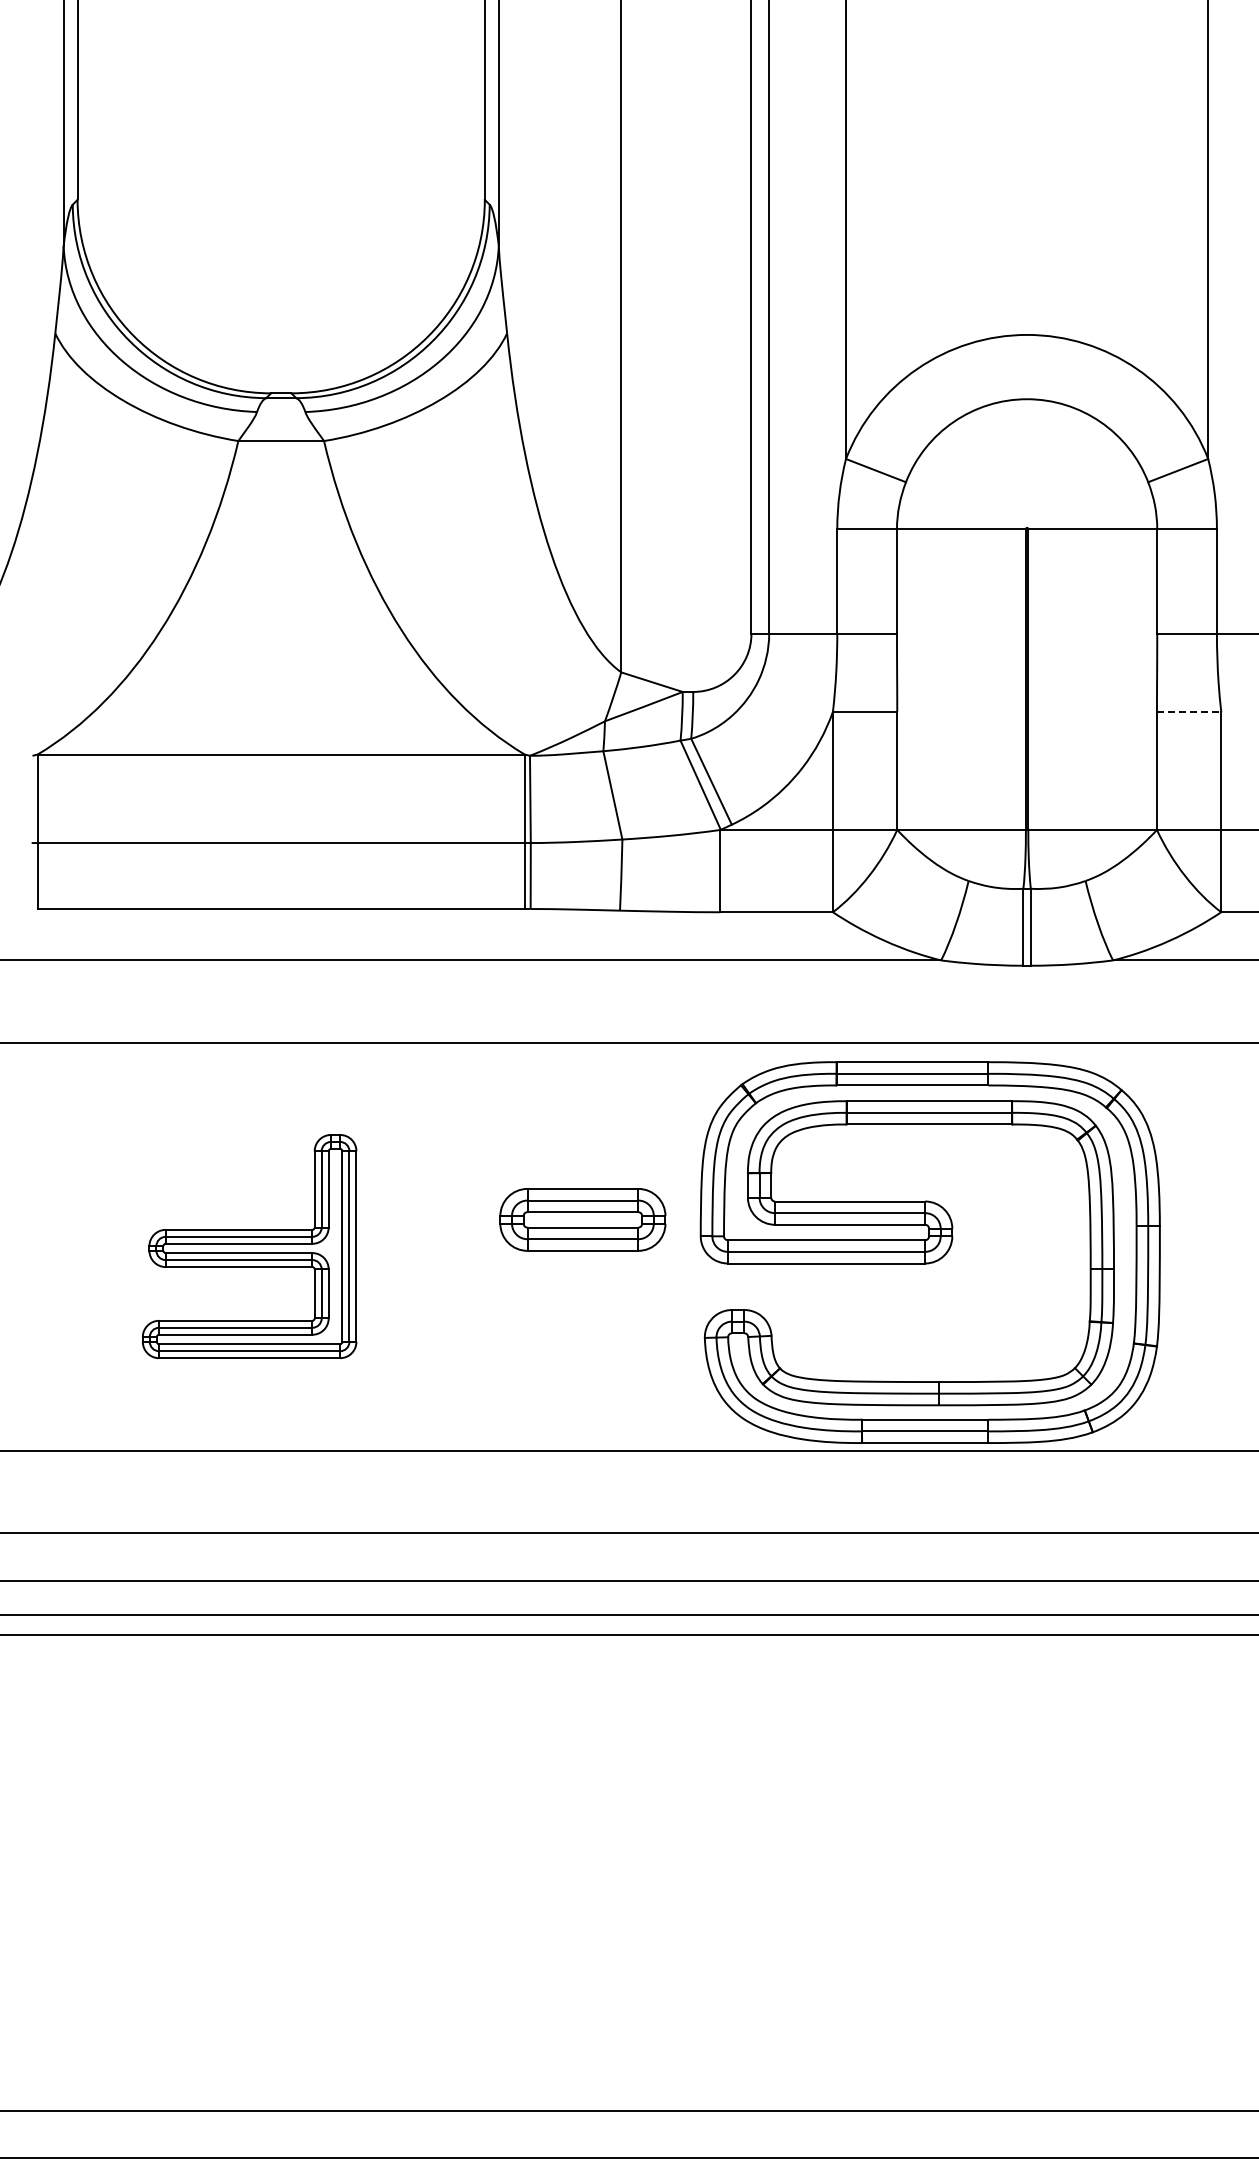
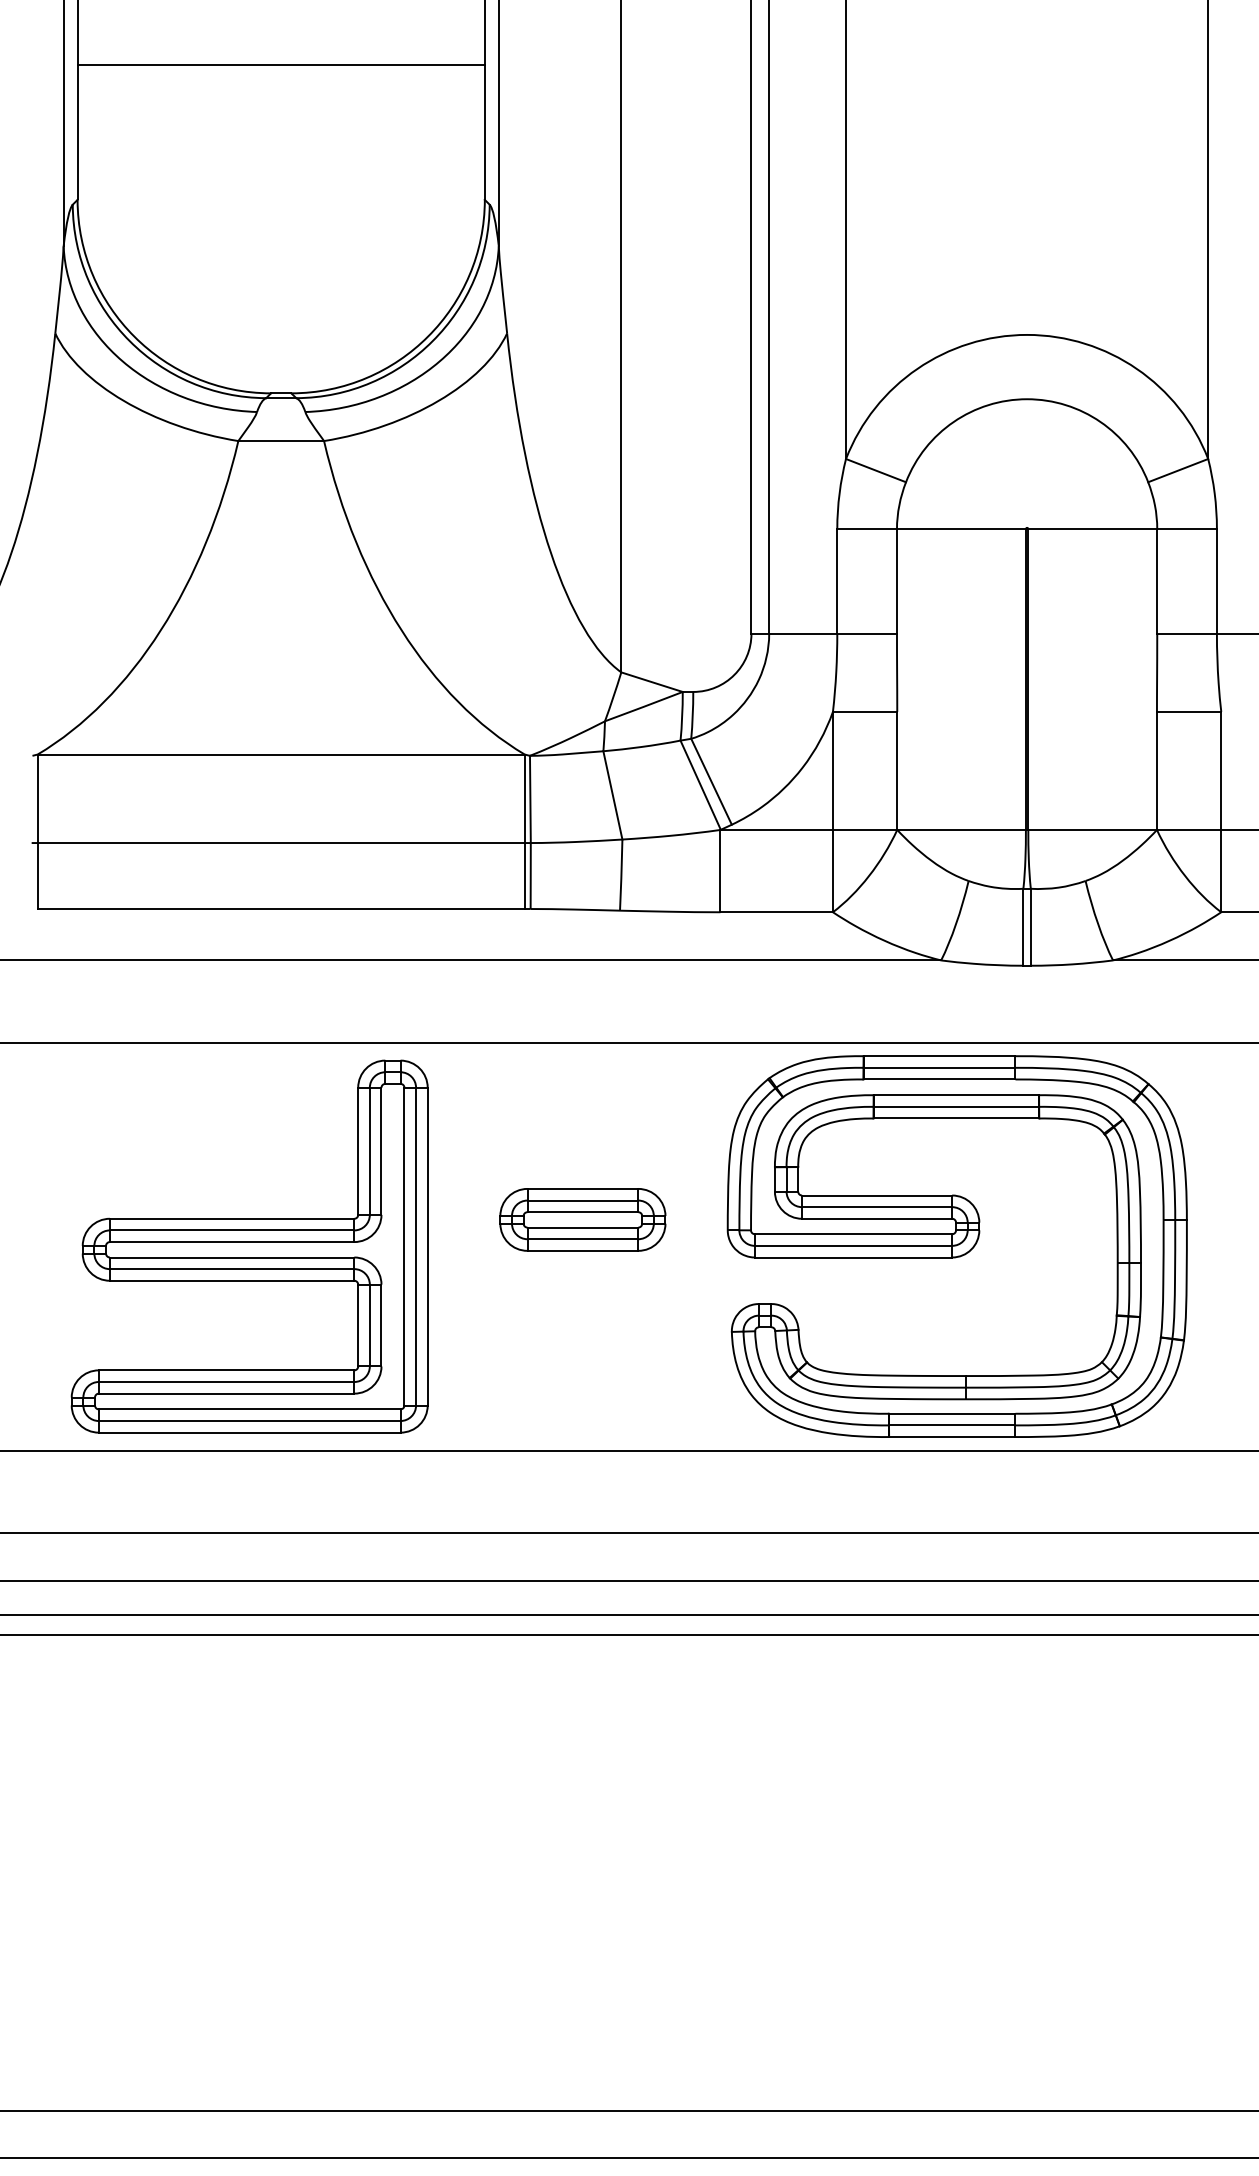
line at (280, 65): none -> present
line at (1189, 711): dashed -> solid
part at (249, 1246) size: 216x226 px -> 359x375 px
part at (929, 1252) position: (929, 1252) -> (956, 1246)
